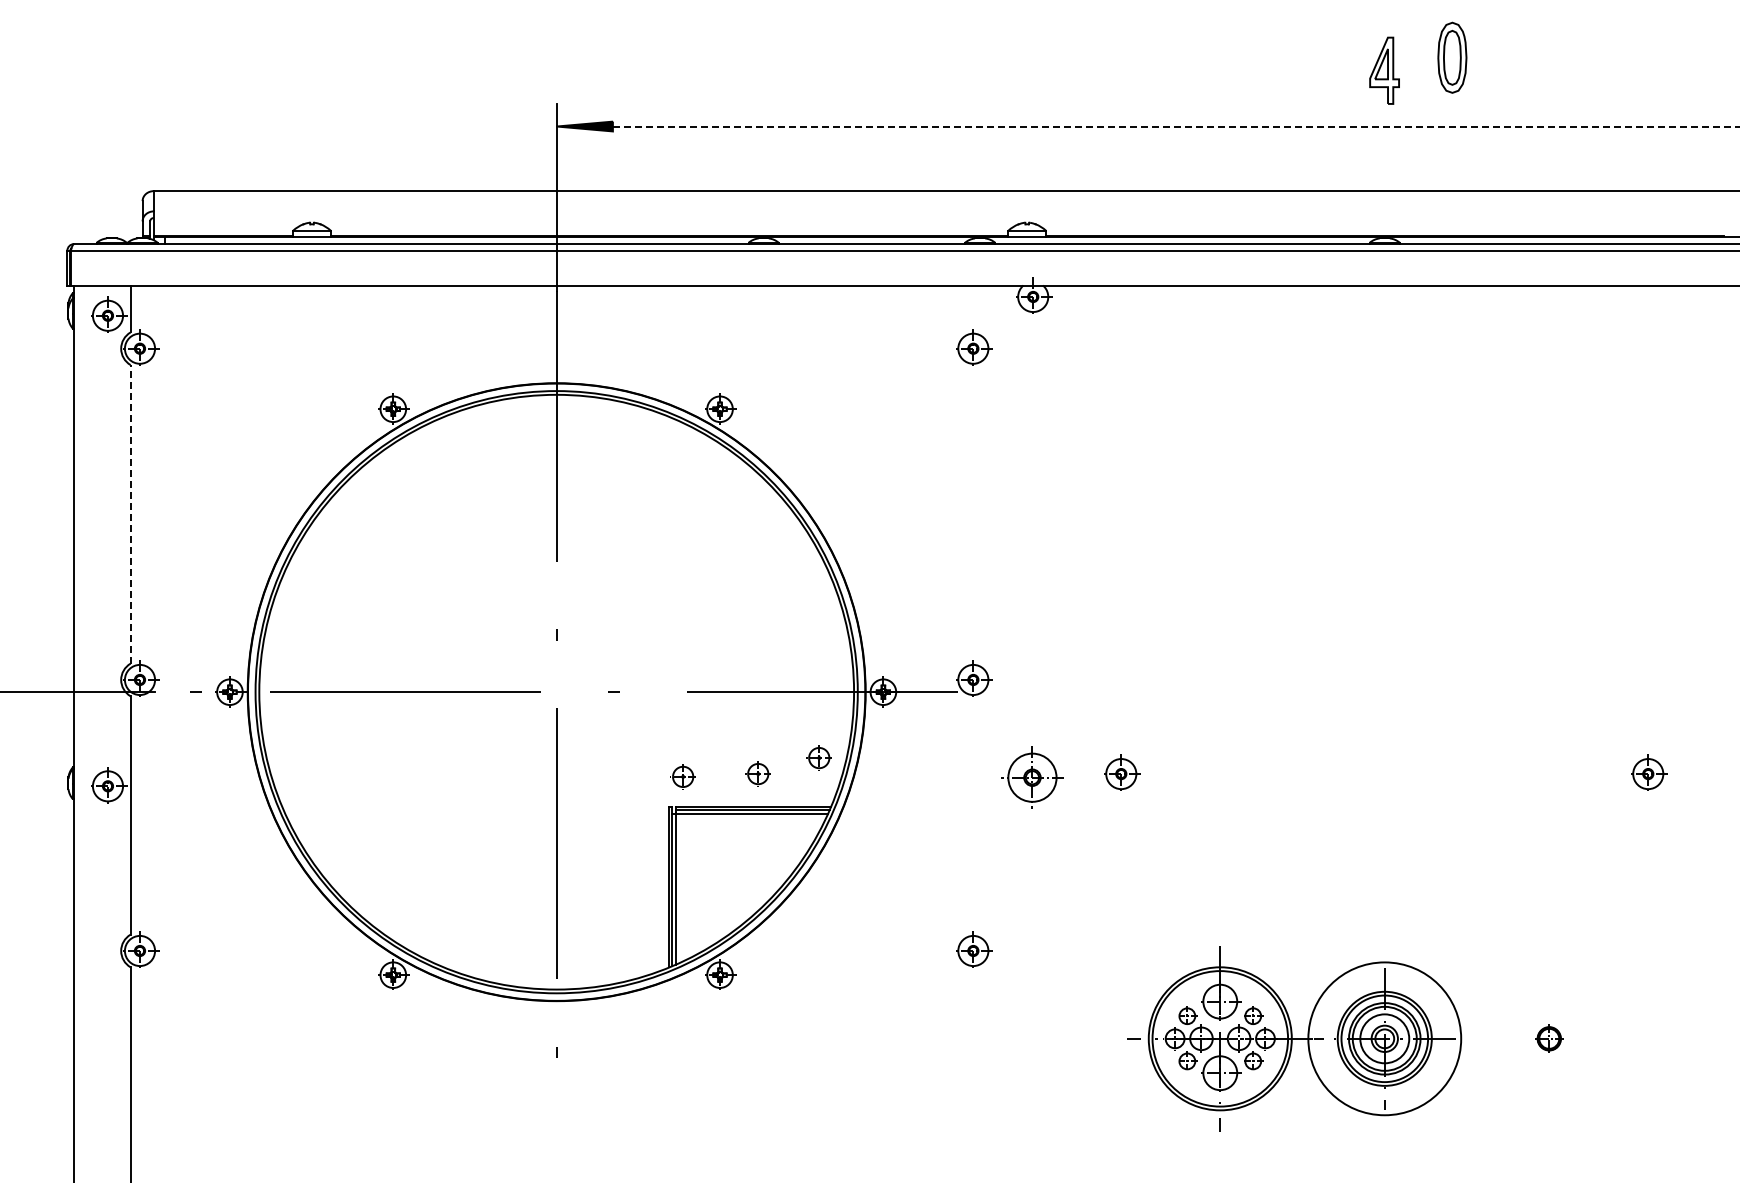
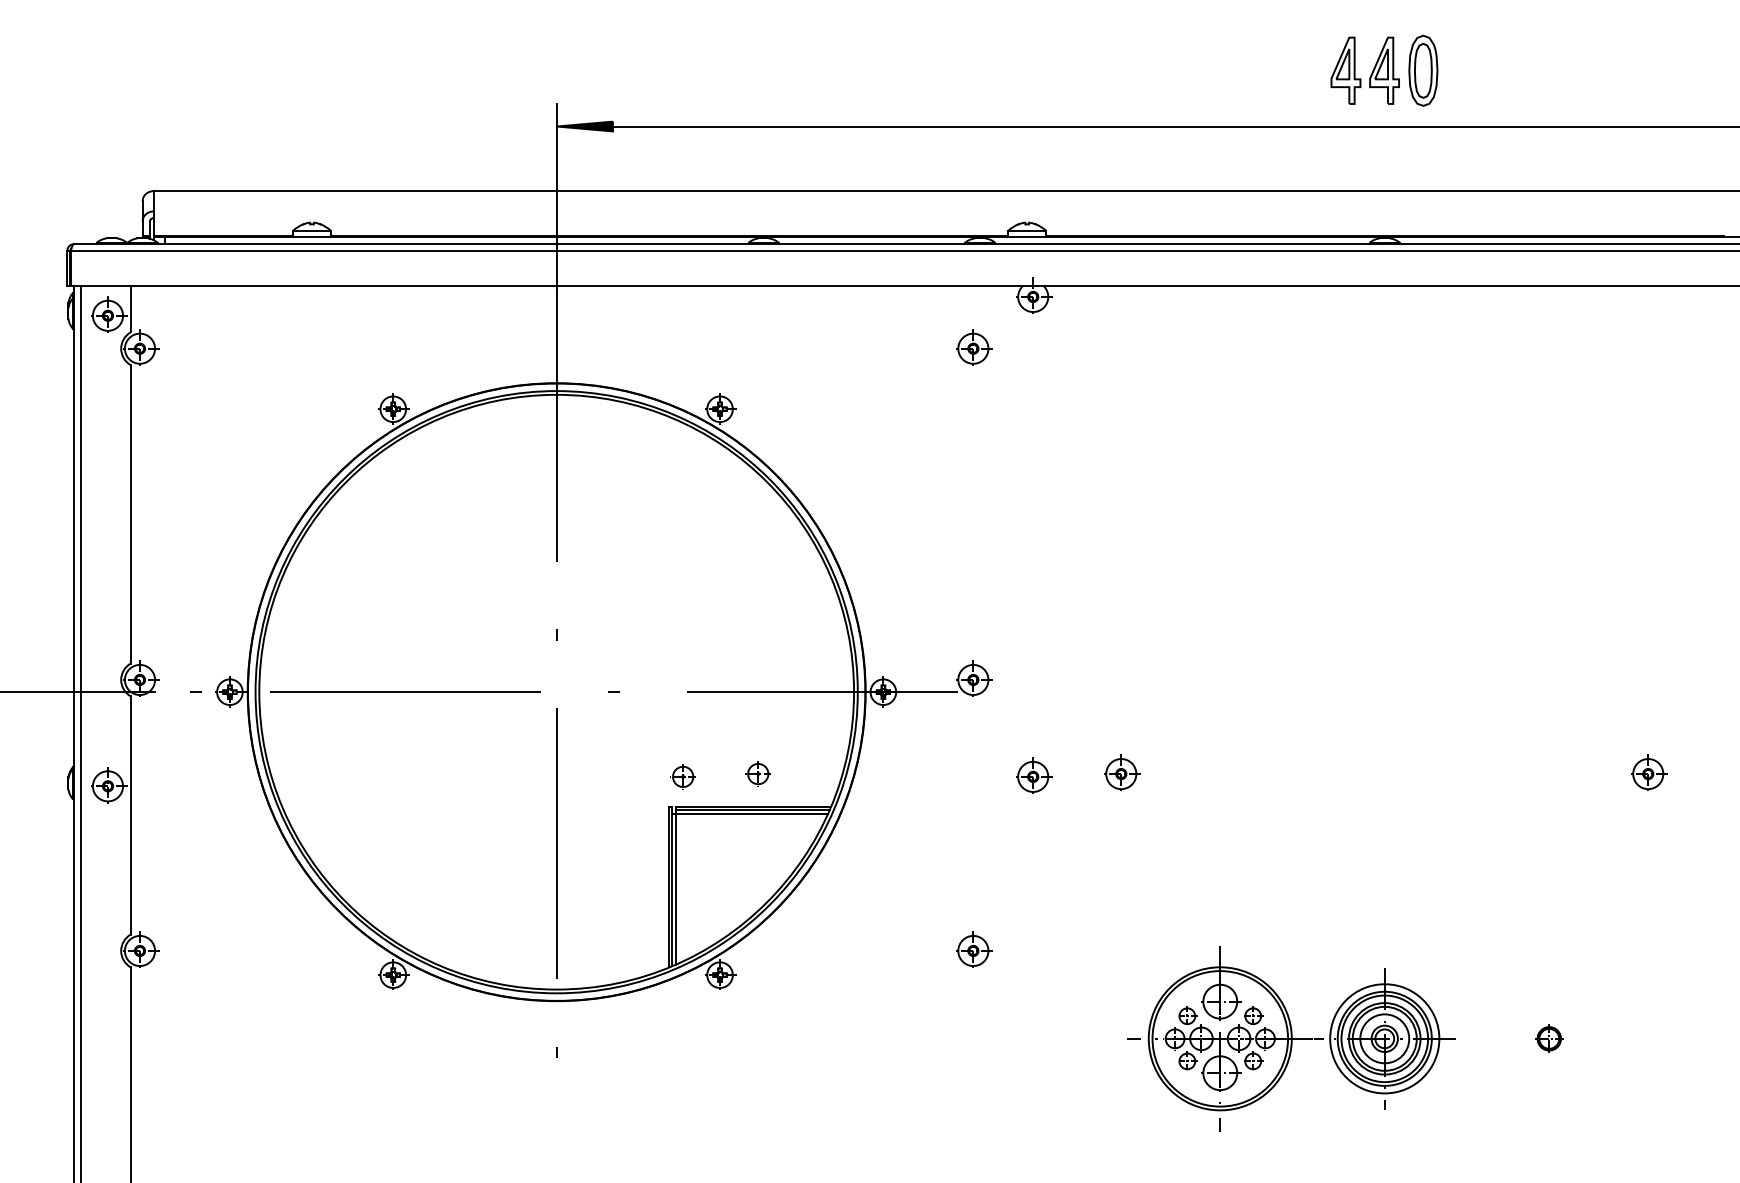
part at (1452, 57) position: (1452, 57) -> (1423, 70)
part at (1345, 70): none -> present
line at (1176, 126): dashed -> solid
line at (130, 513): dashed -> solid
line at (80, 732): none -> present
part at (818, 757): present -> none
part at (1032, 777) size: 63x63 px -> 37x37 px
circle at (1384, 1038) diameter: 153 px -> 109 px
